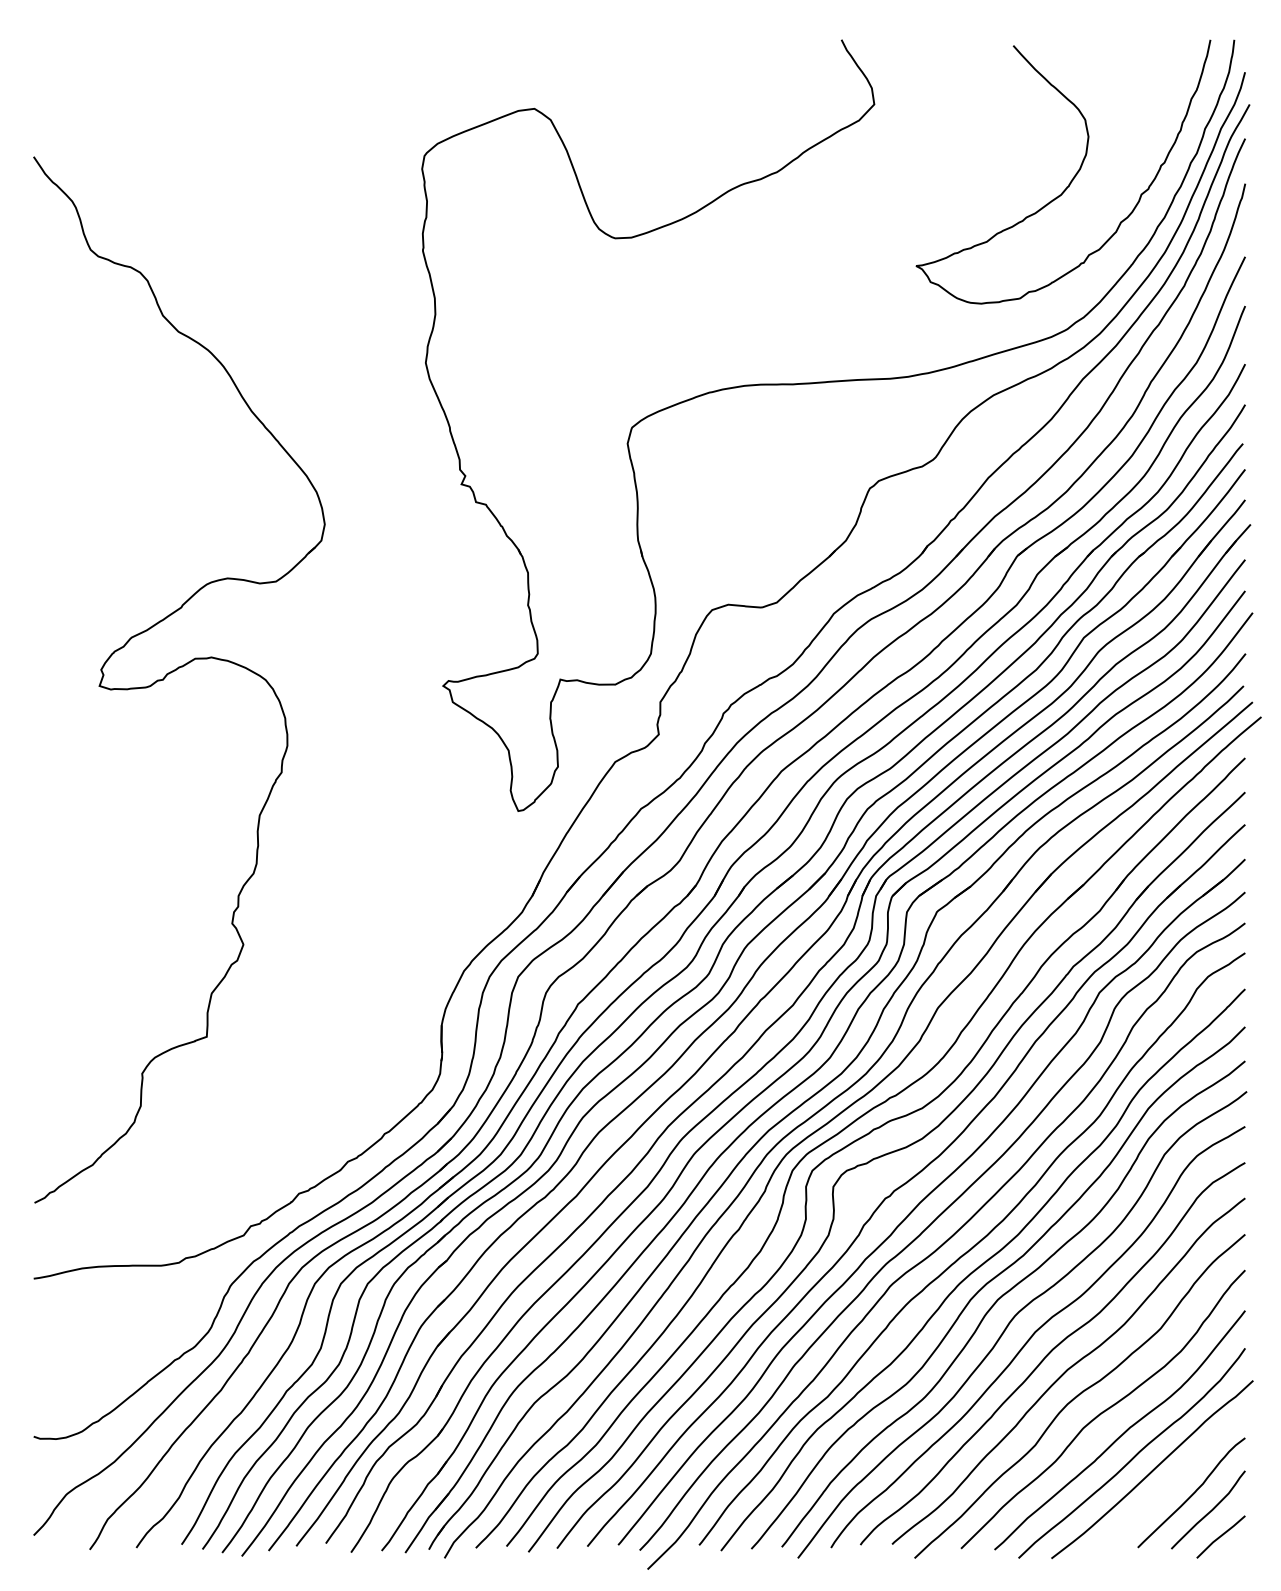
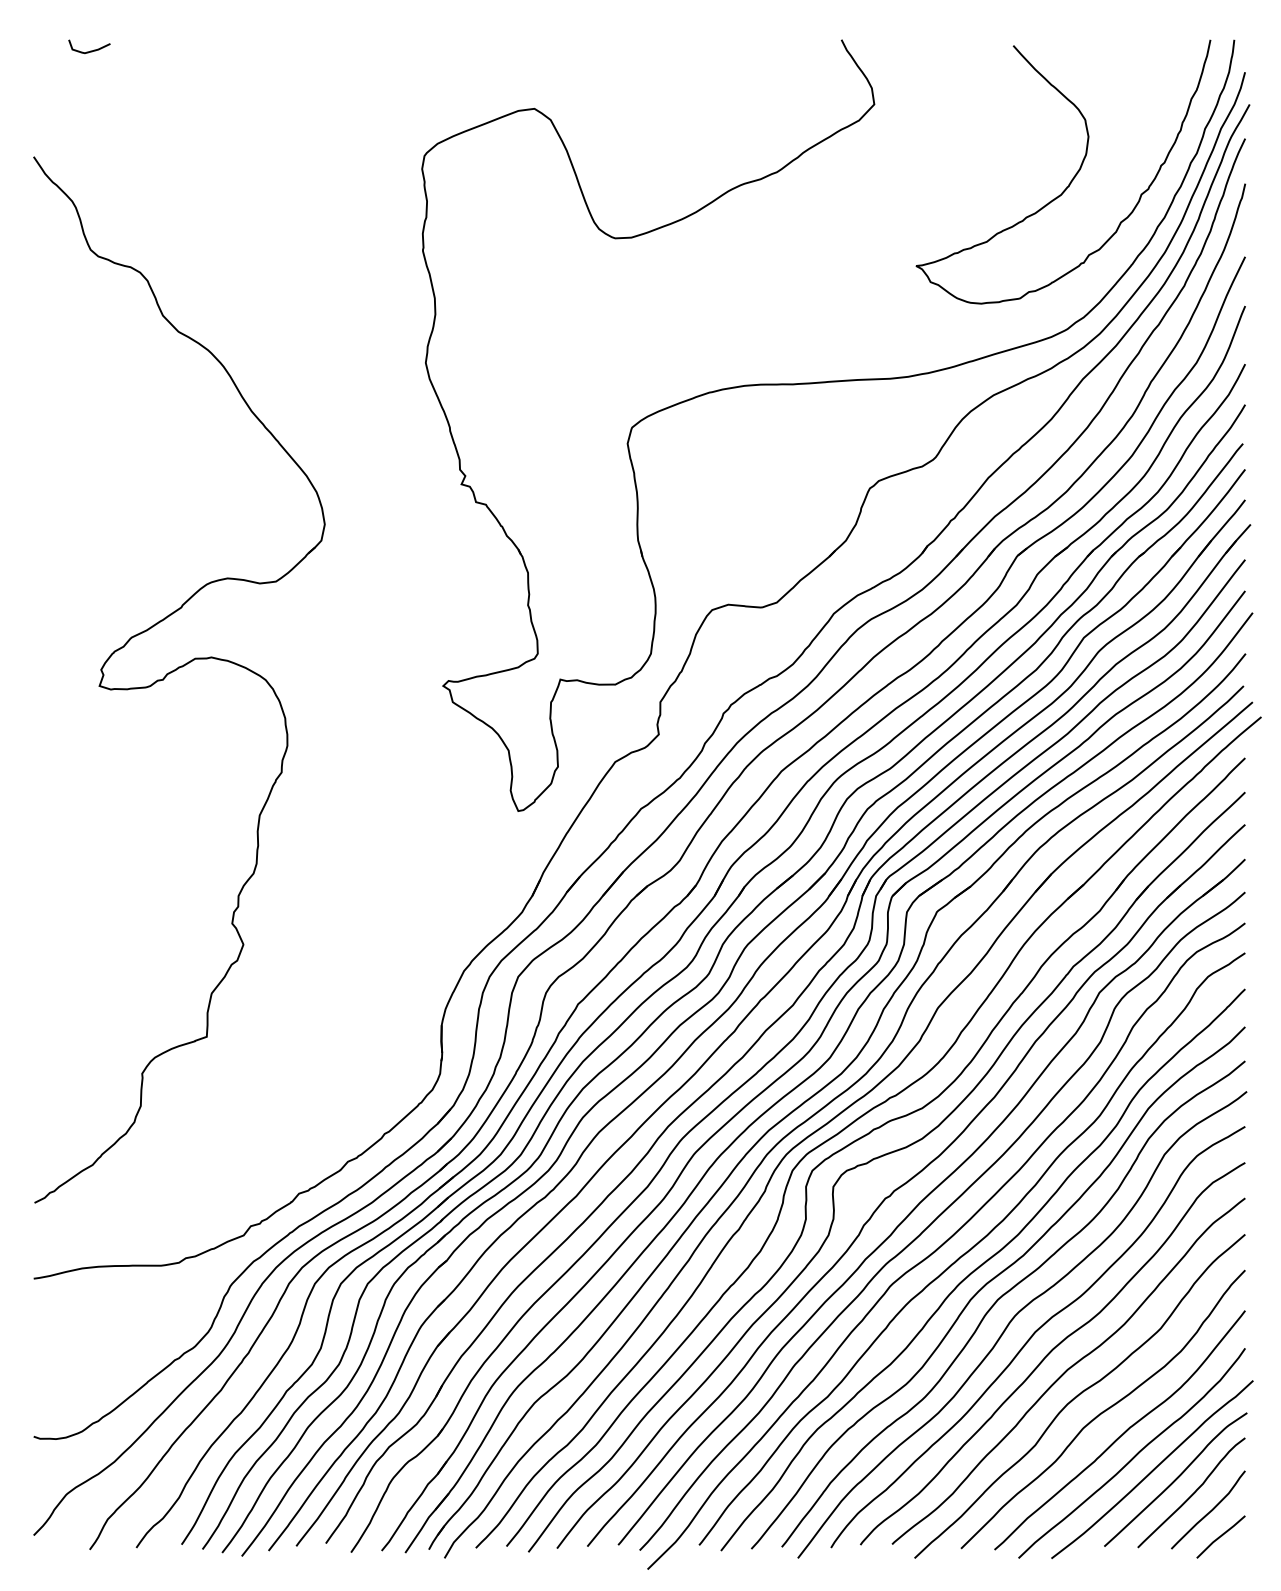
curve at (90, 50): none -> present
curve at (1175, 1479): none -> present
